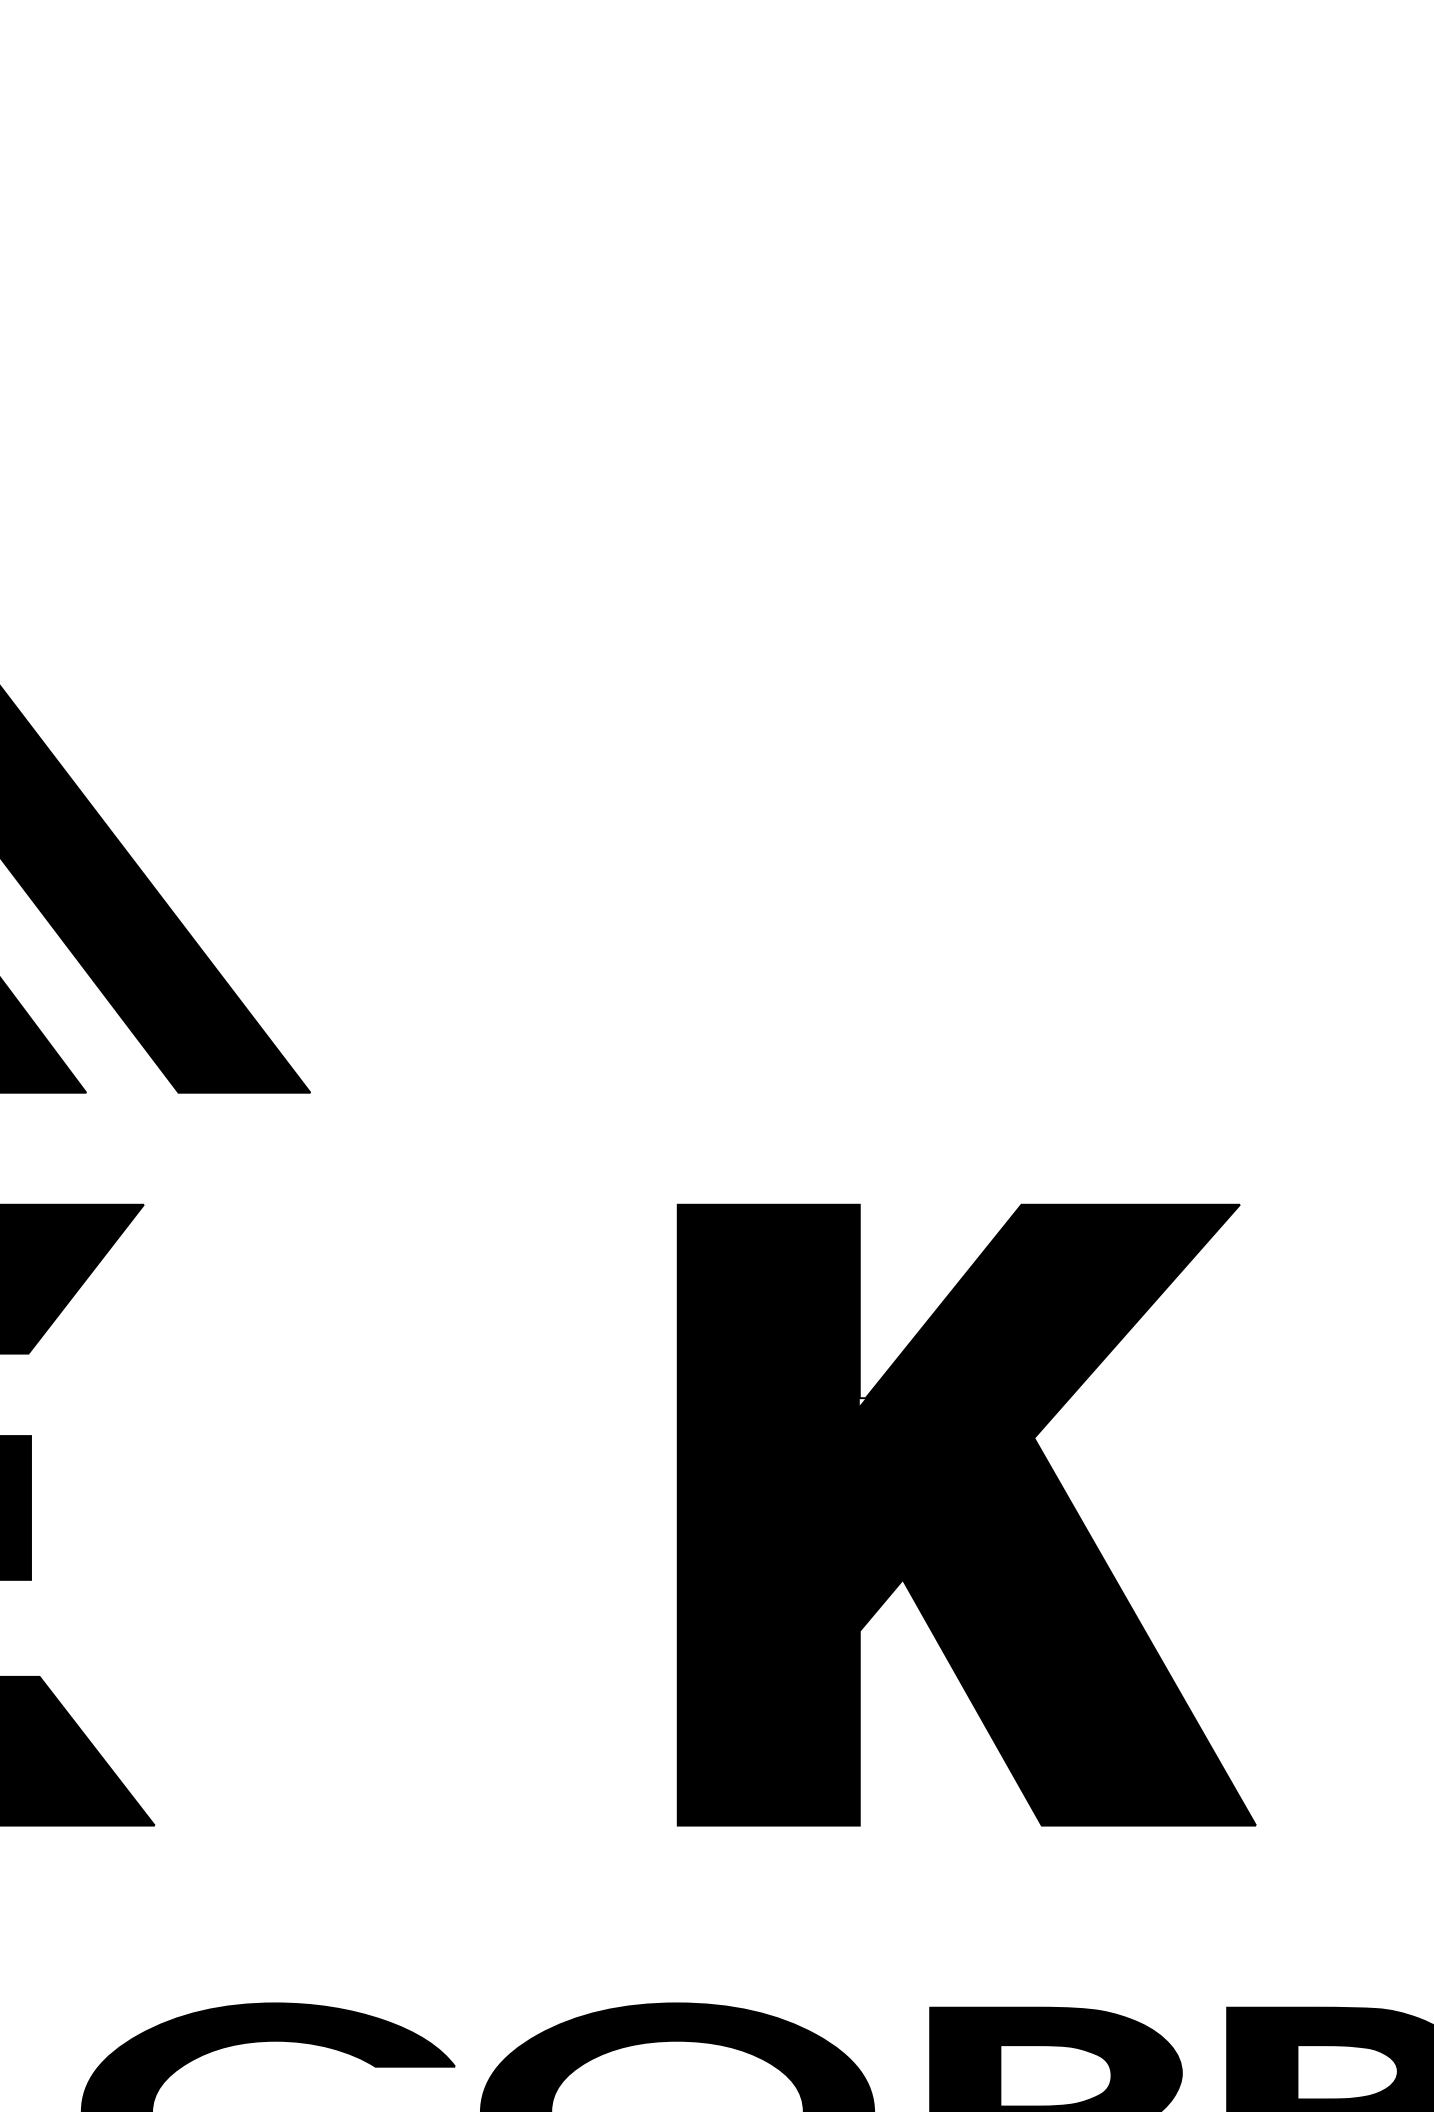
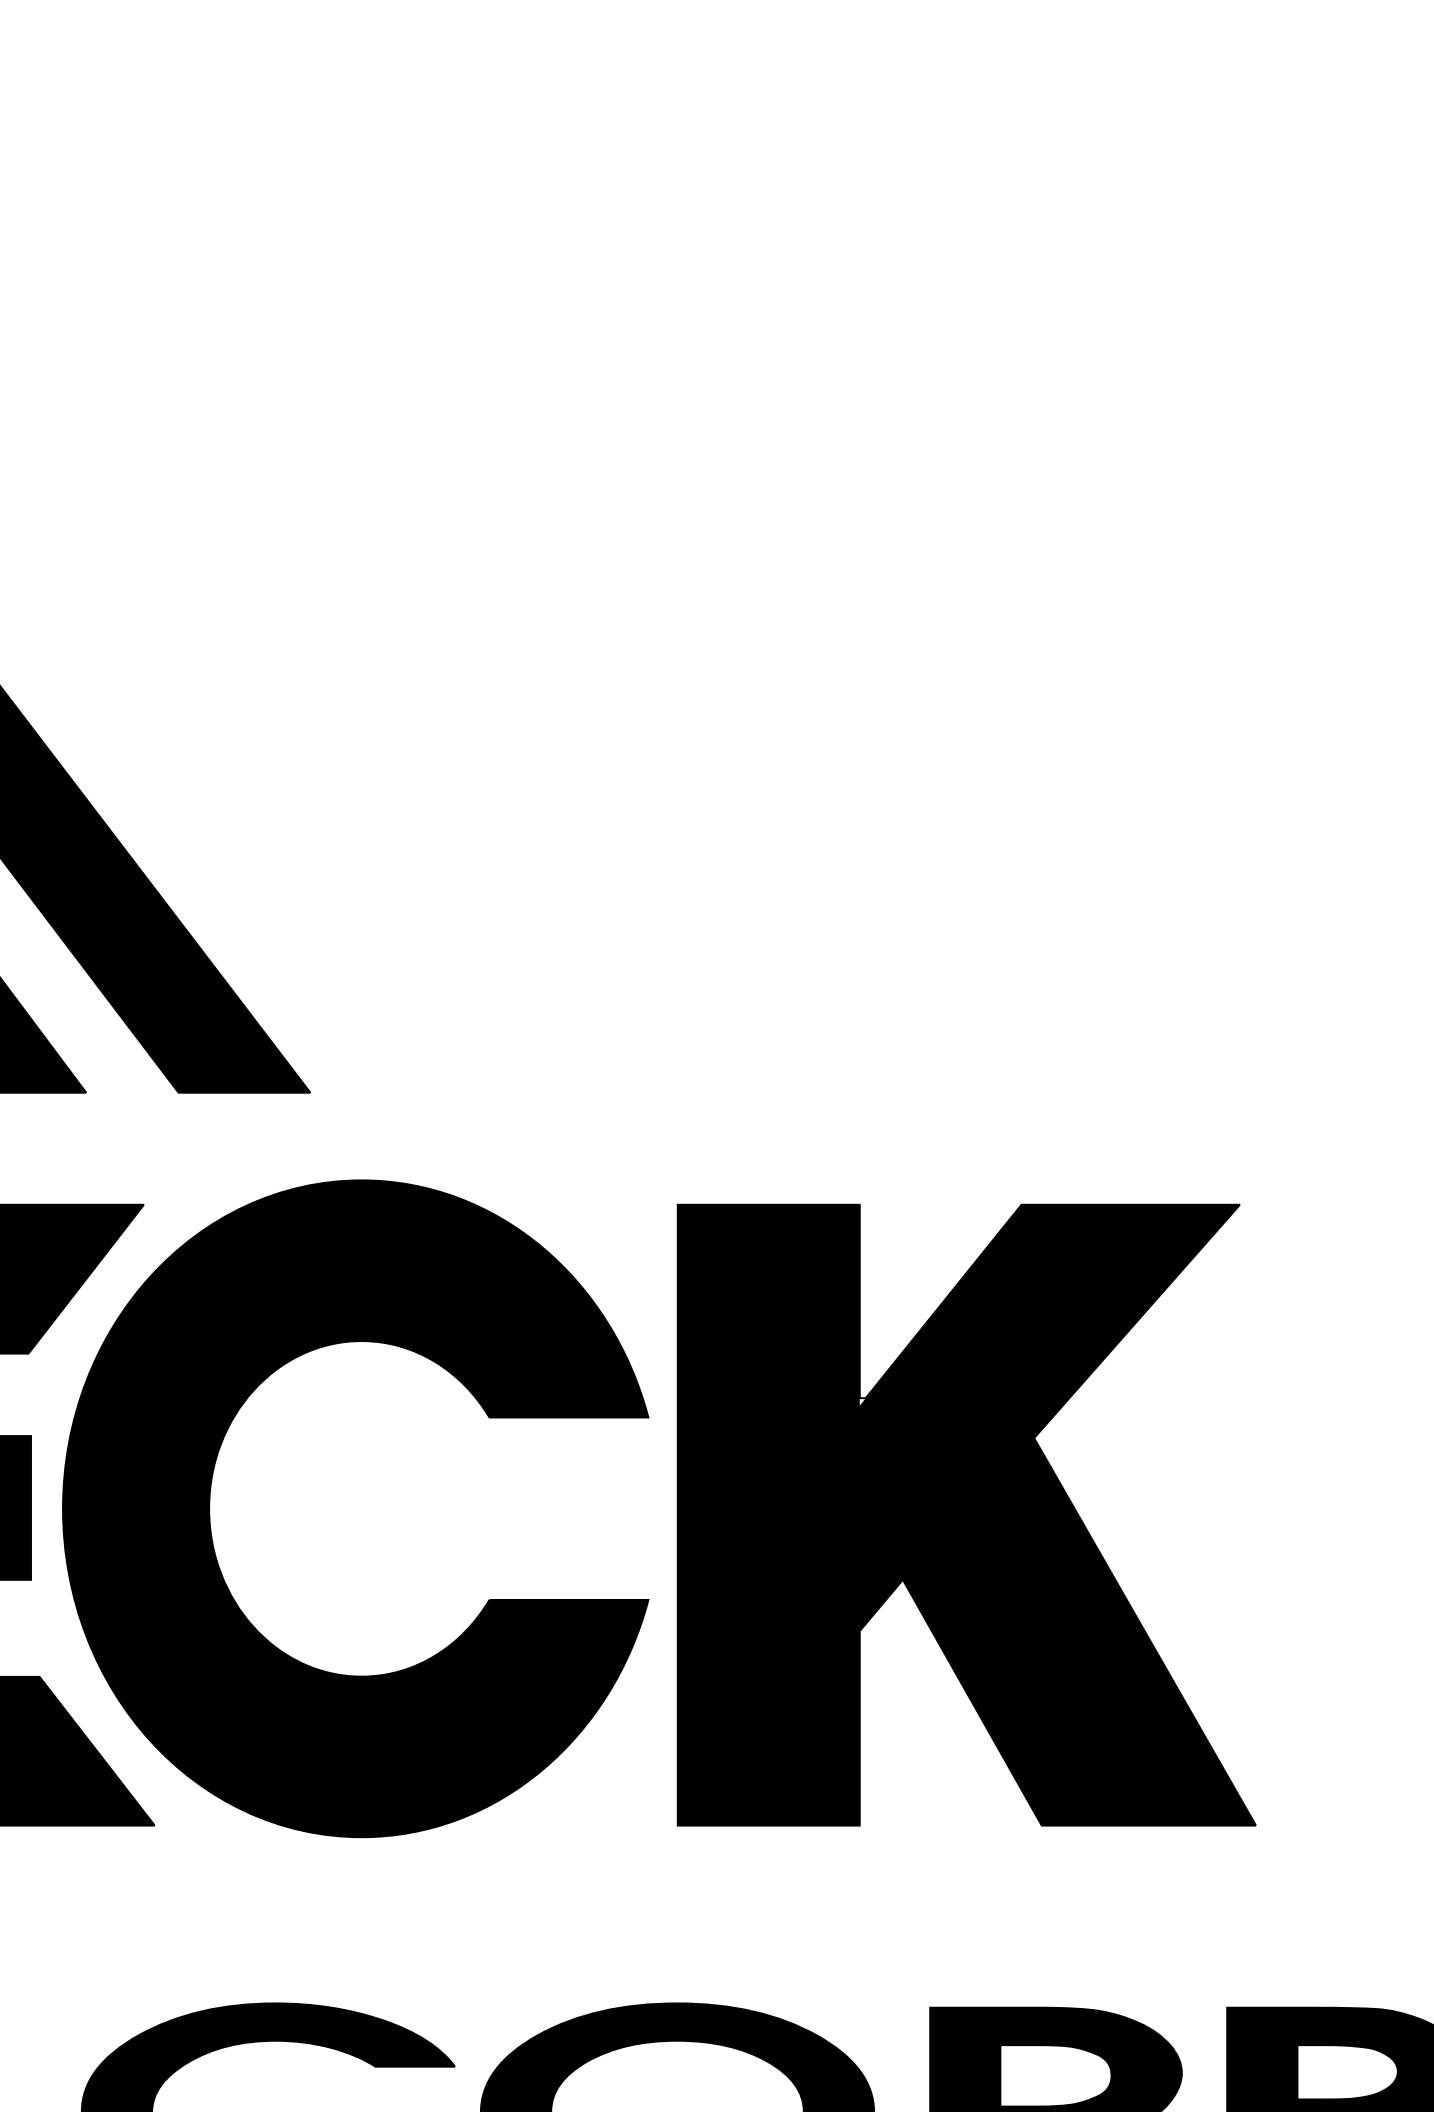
part at (210, 1505): none -> present
